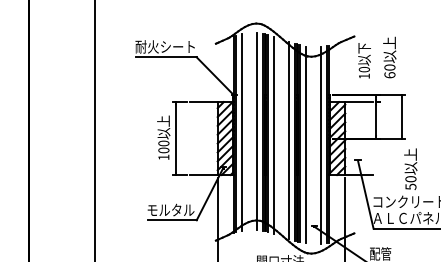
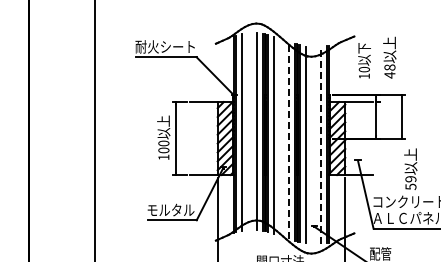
text at (389, 71): 60 -> 48
line at (288, 139): solid -> dashed
line at (320, 145): solid -> dashed
text at (410, 179): 50 -> 59
